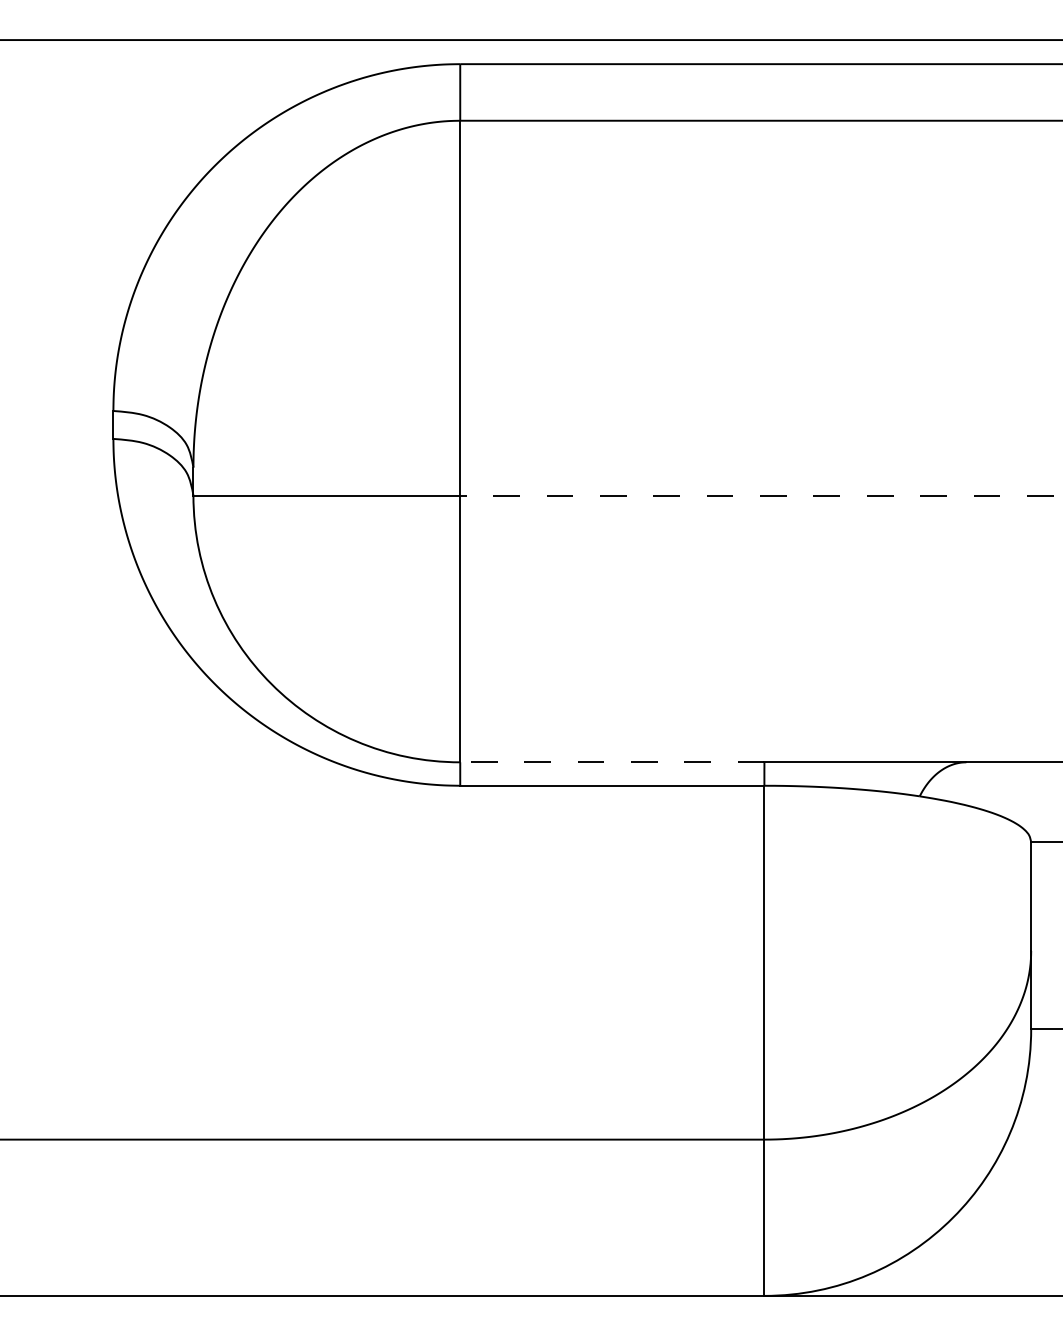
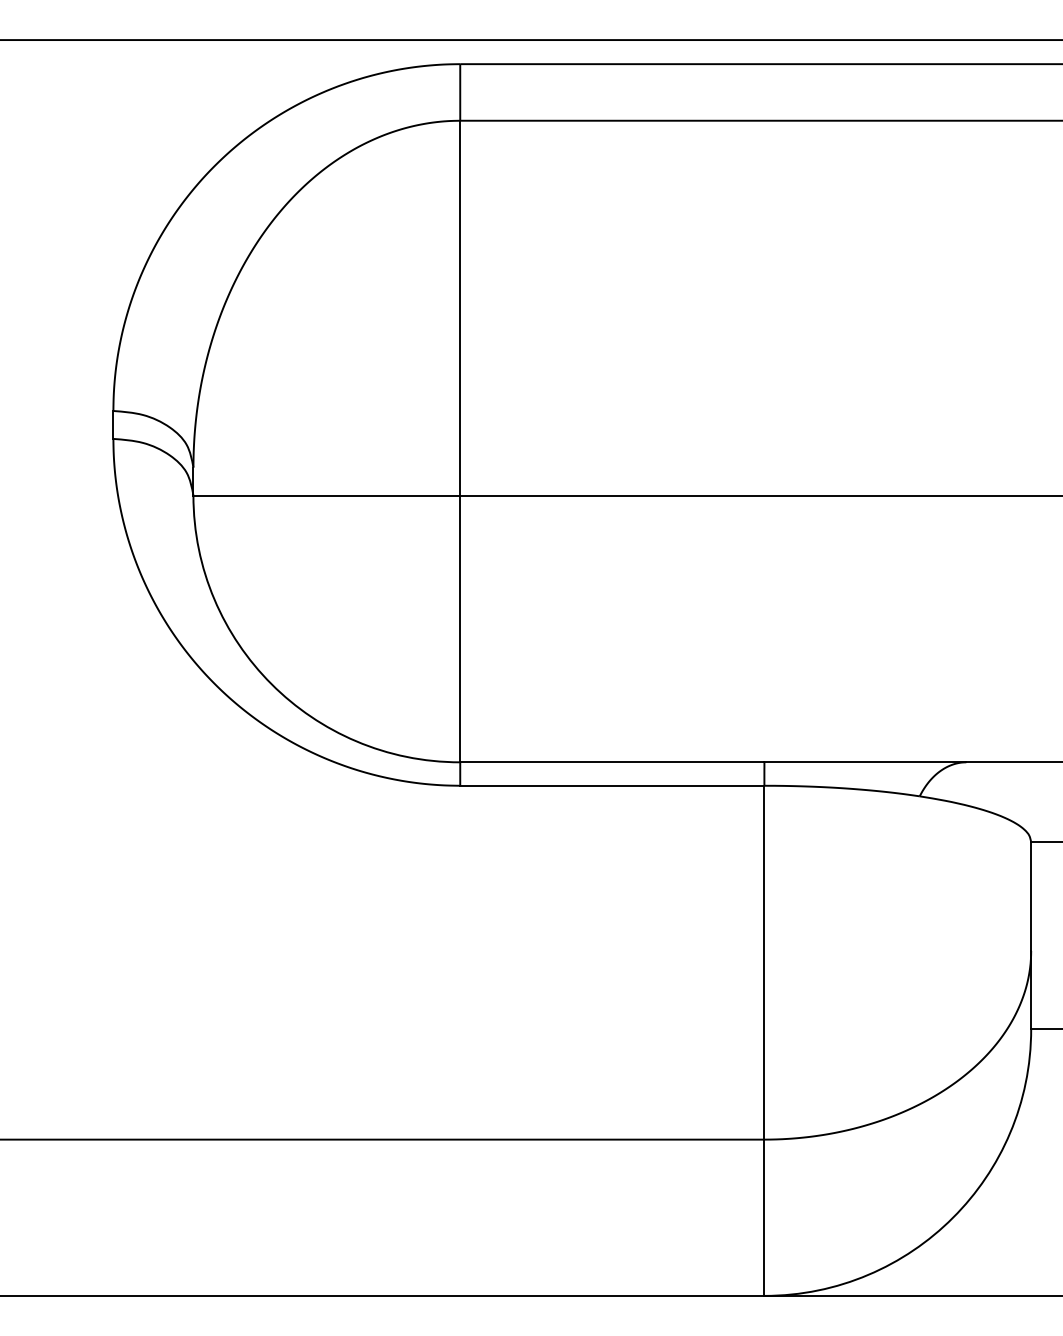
line at (761, 495): dashed -> solid
line at (611, 762): dashed -> solid
